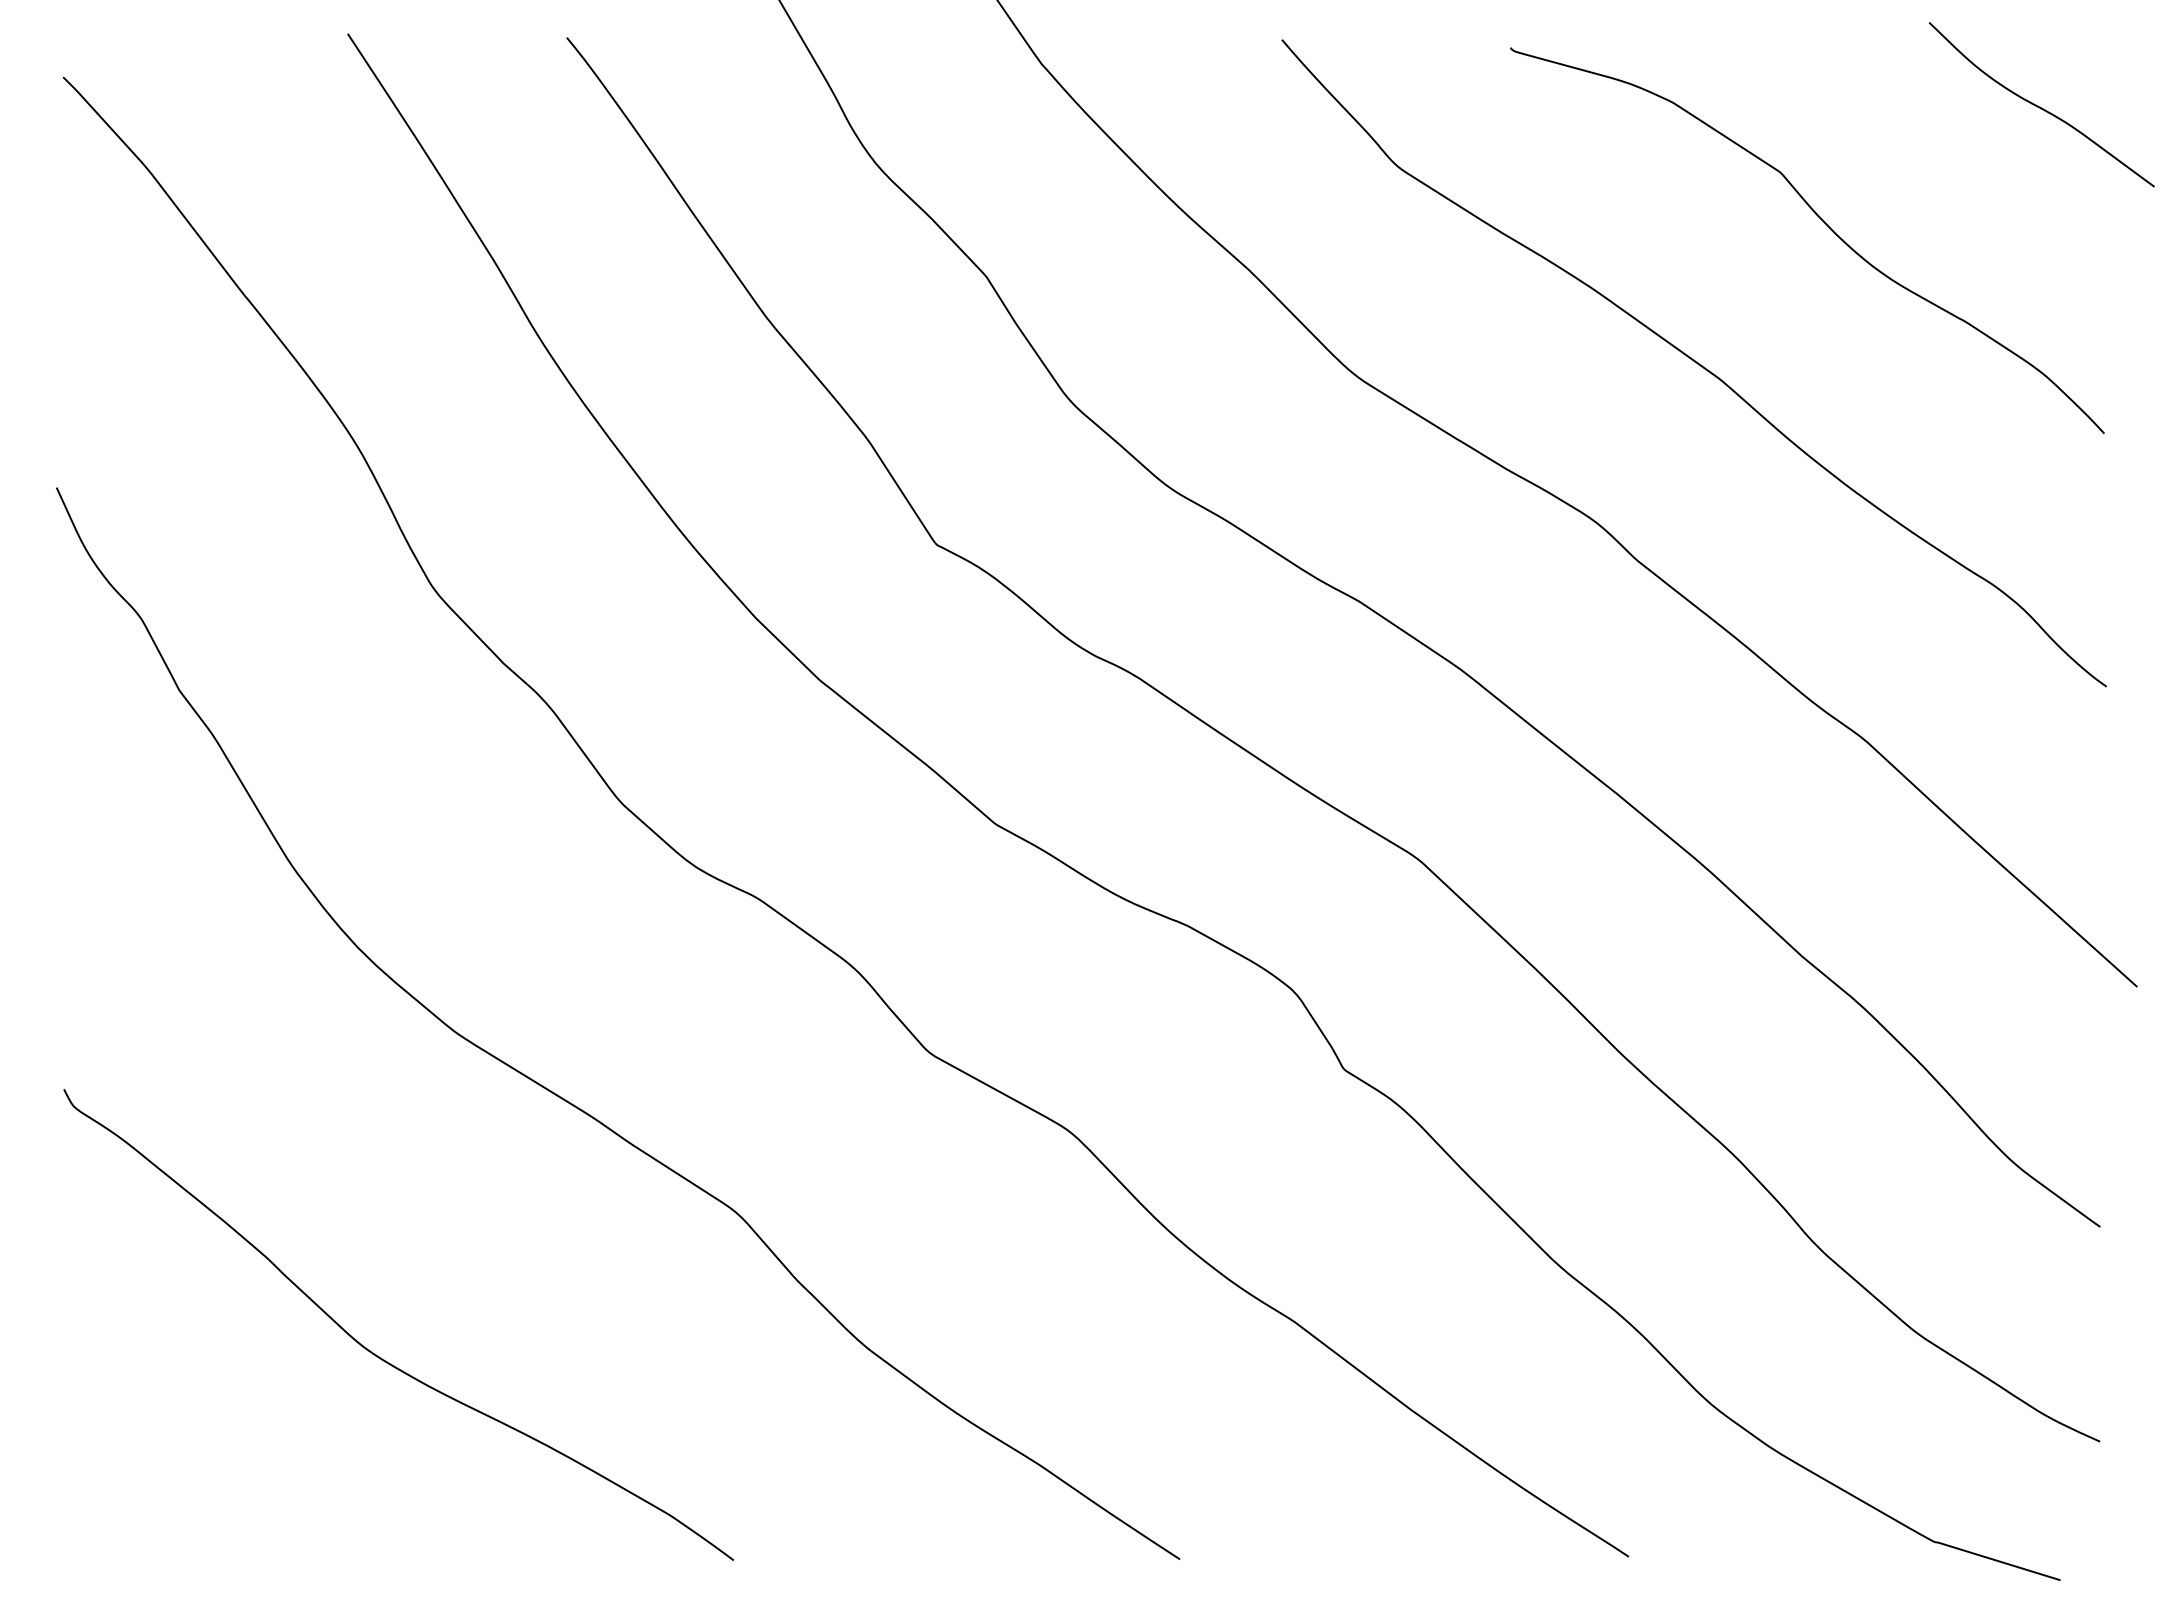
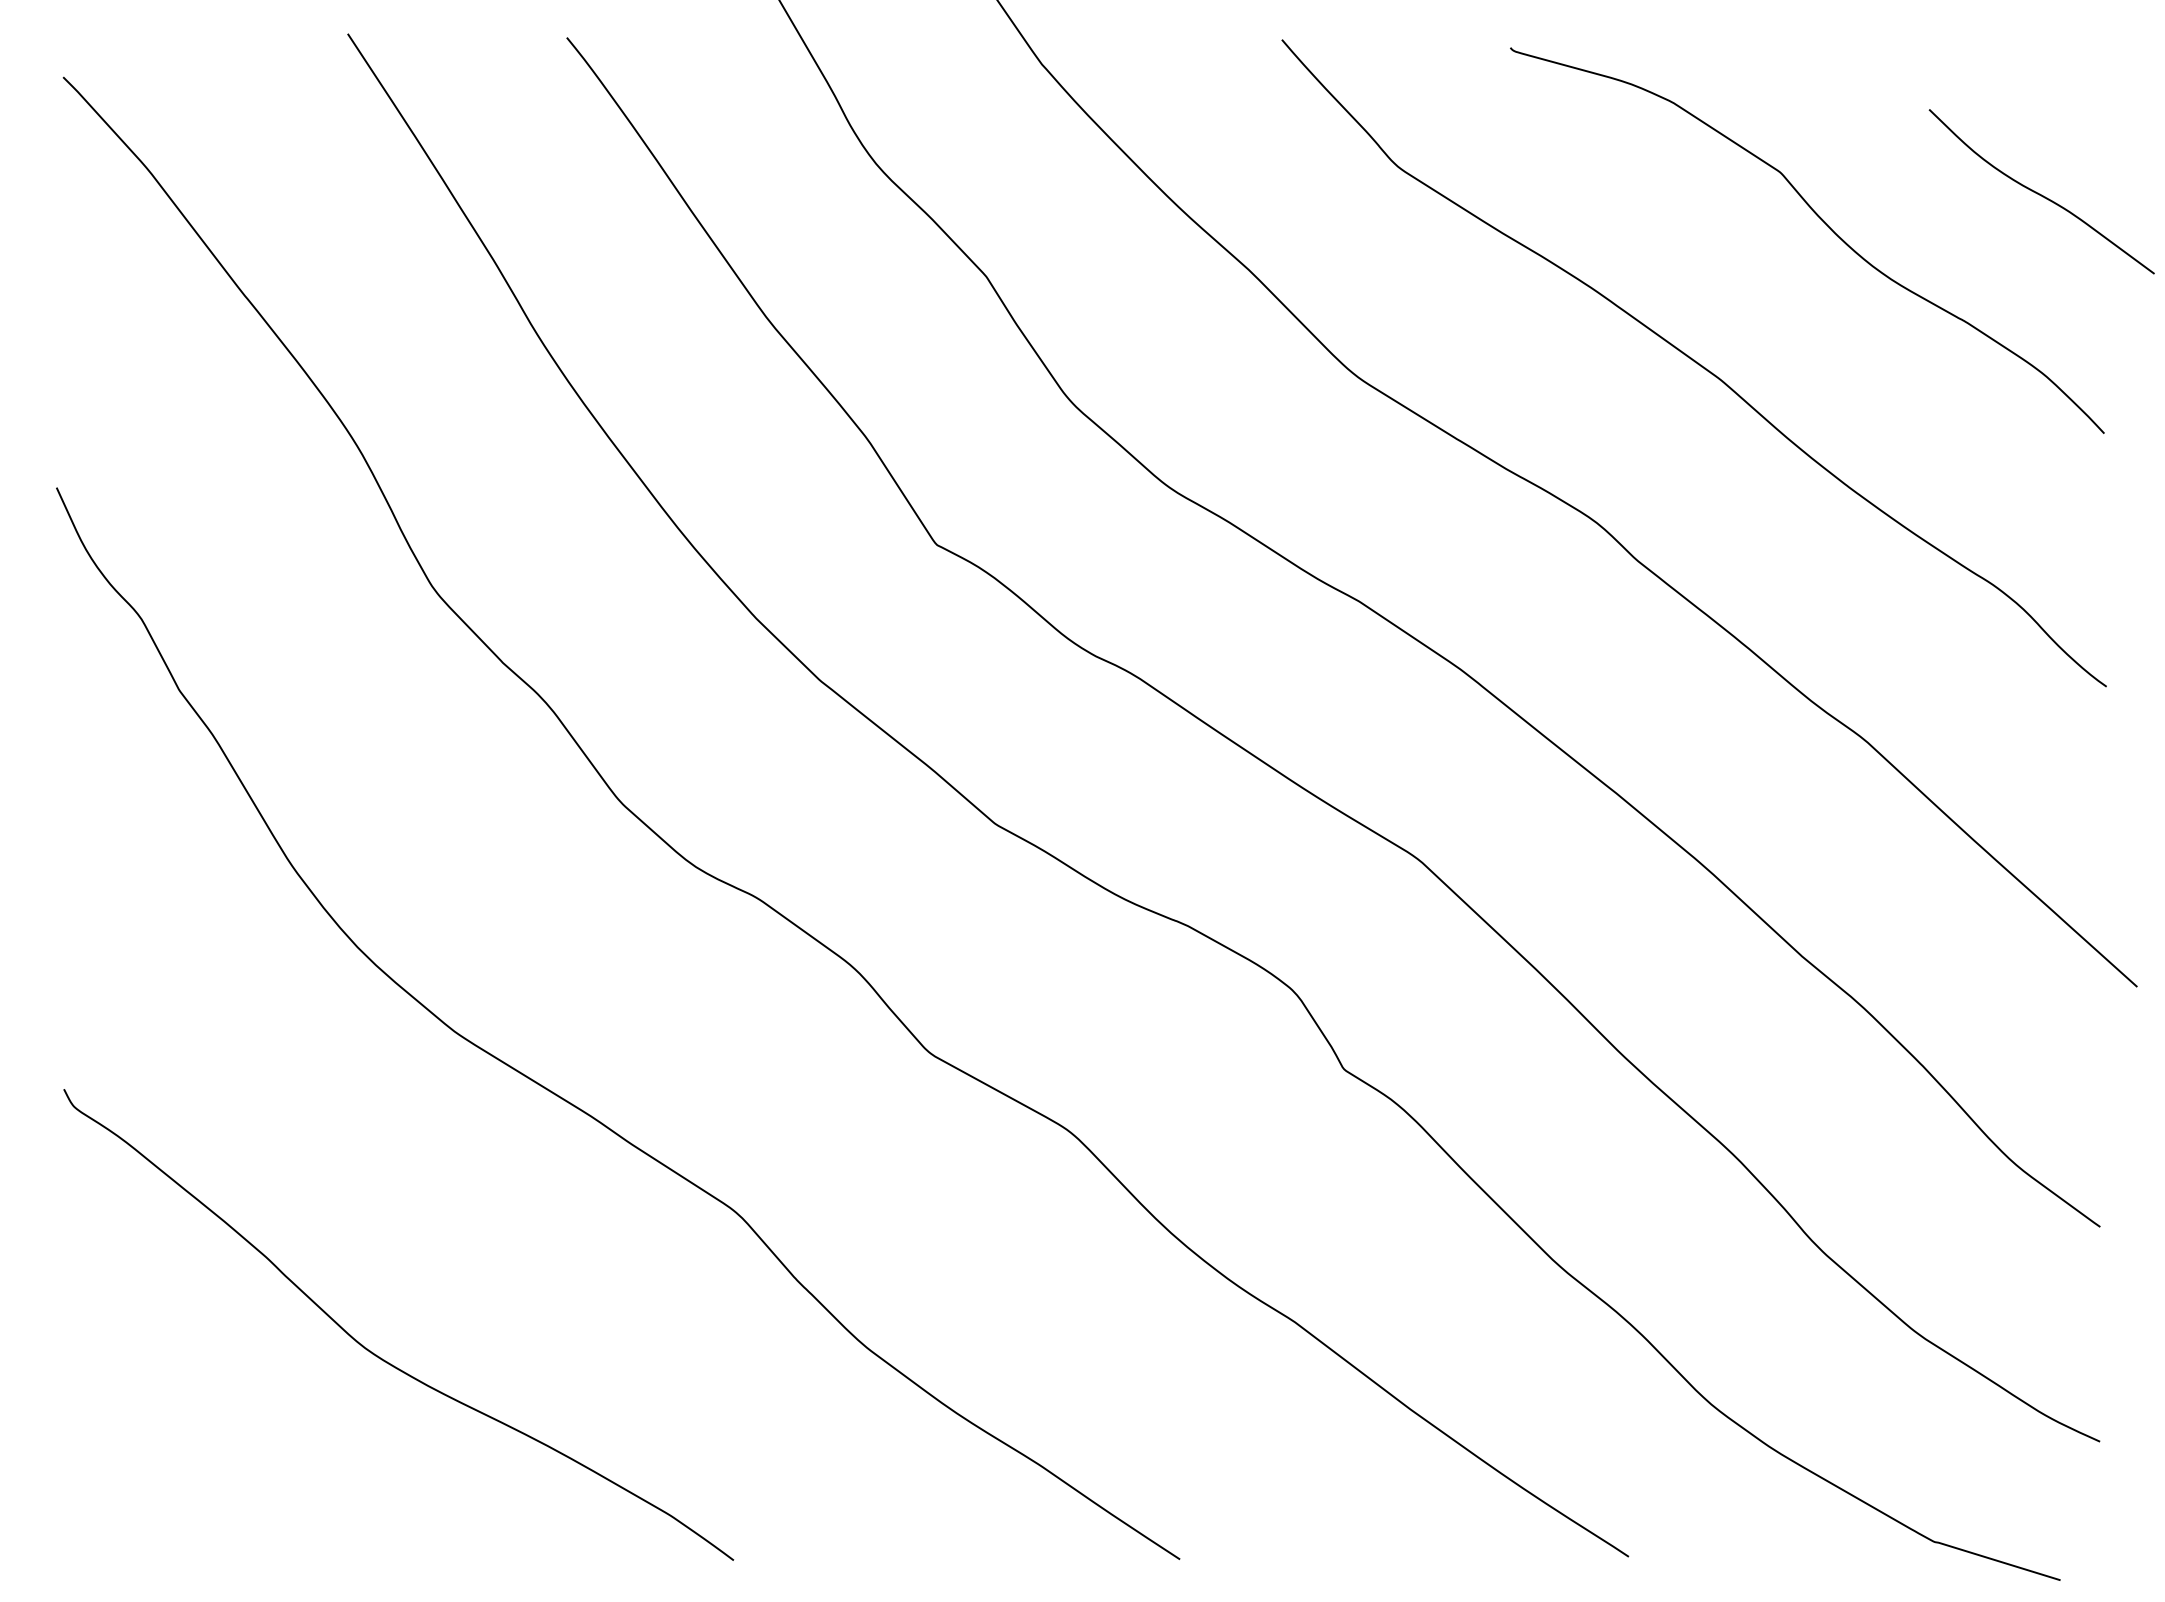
curve at (2040, 106) position: (2040, 106) -> (2040, 193)
